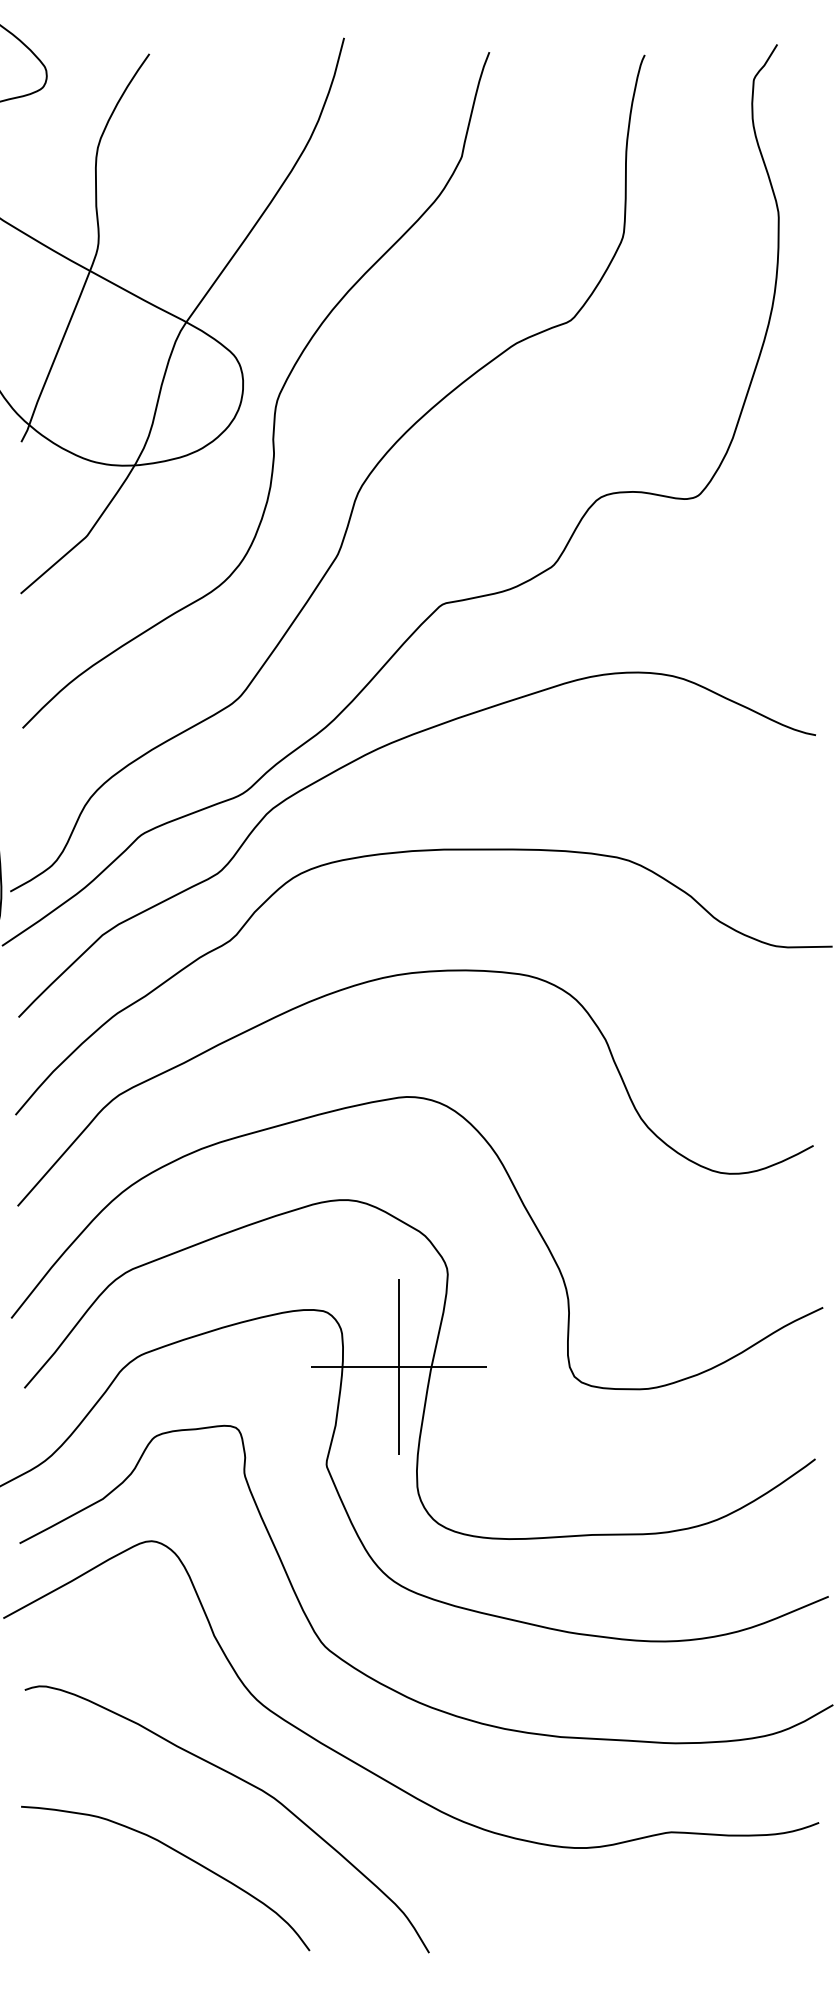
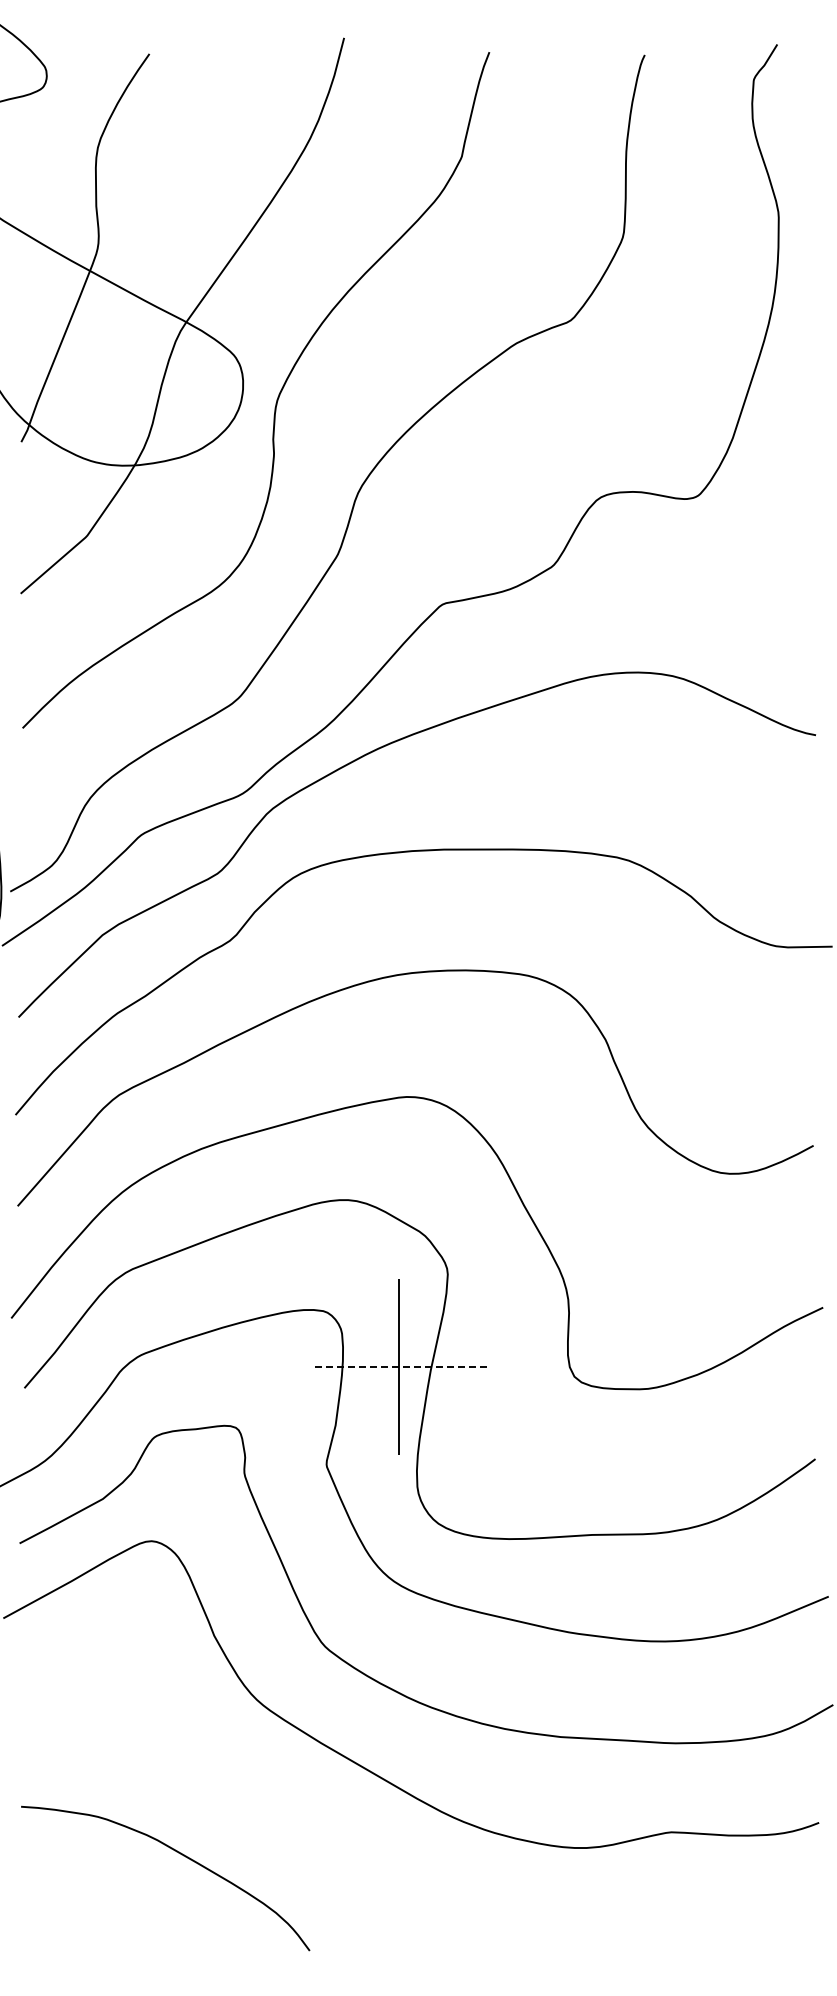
line at (398, 1367): solid -> dashed
curve at (246, 1783): present -> none
